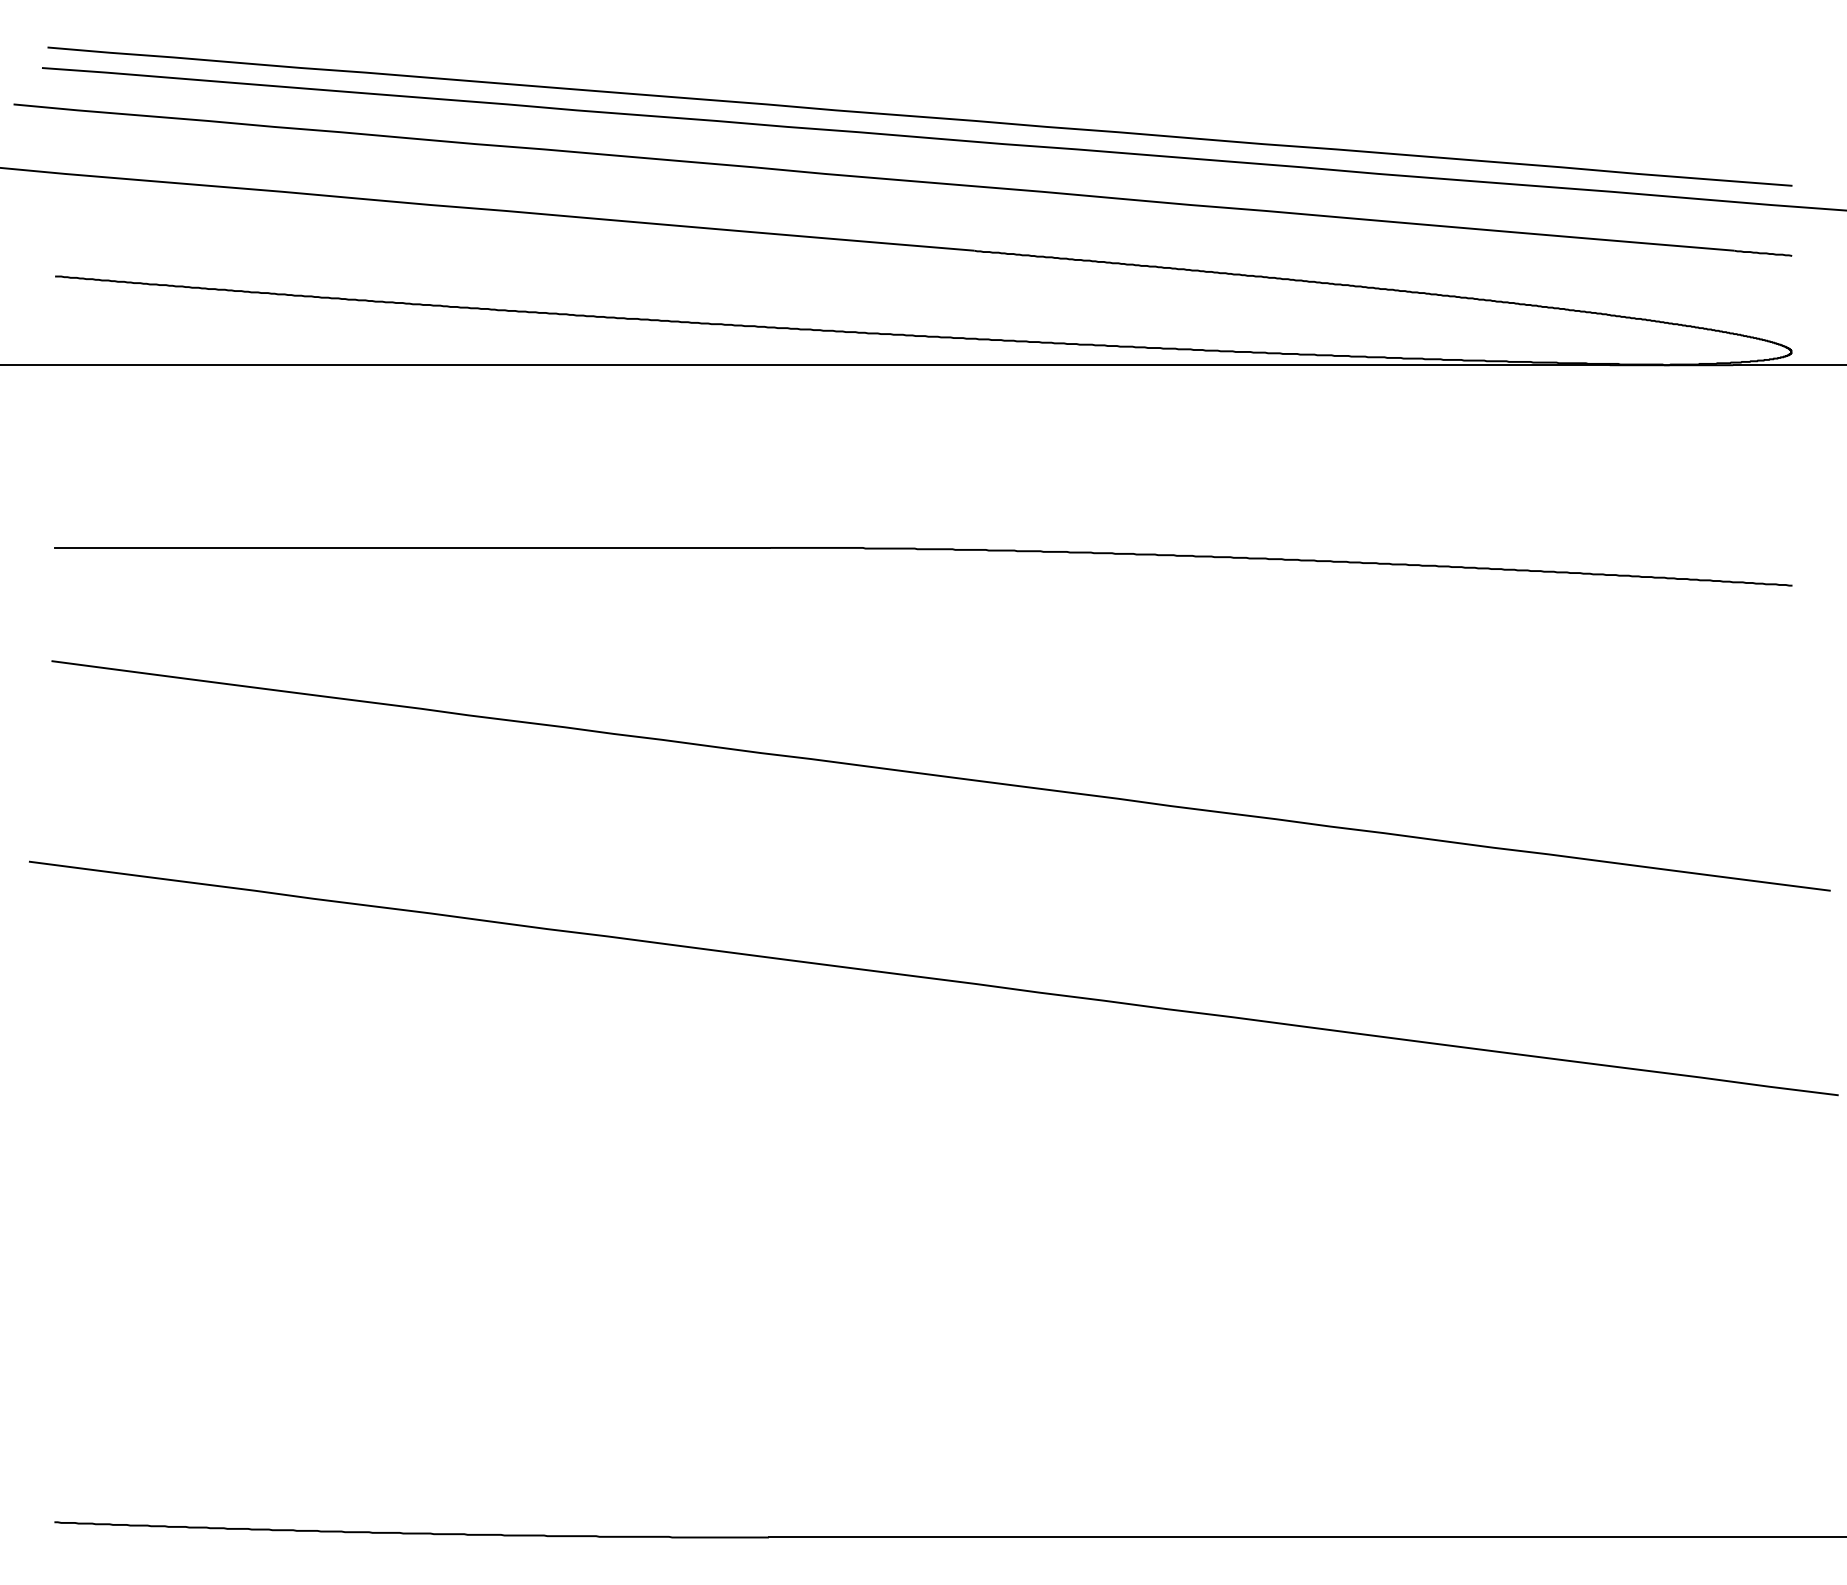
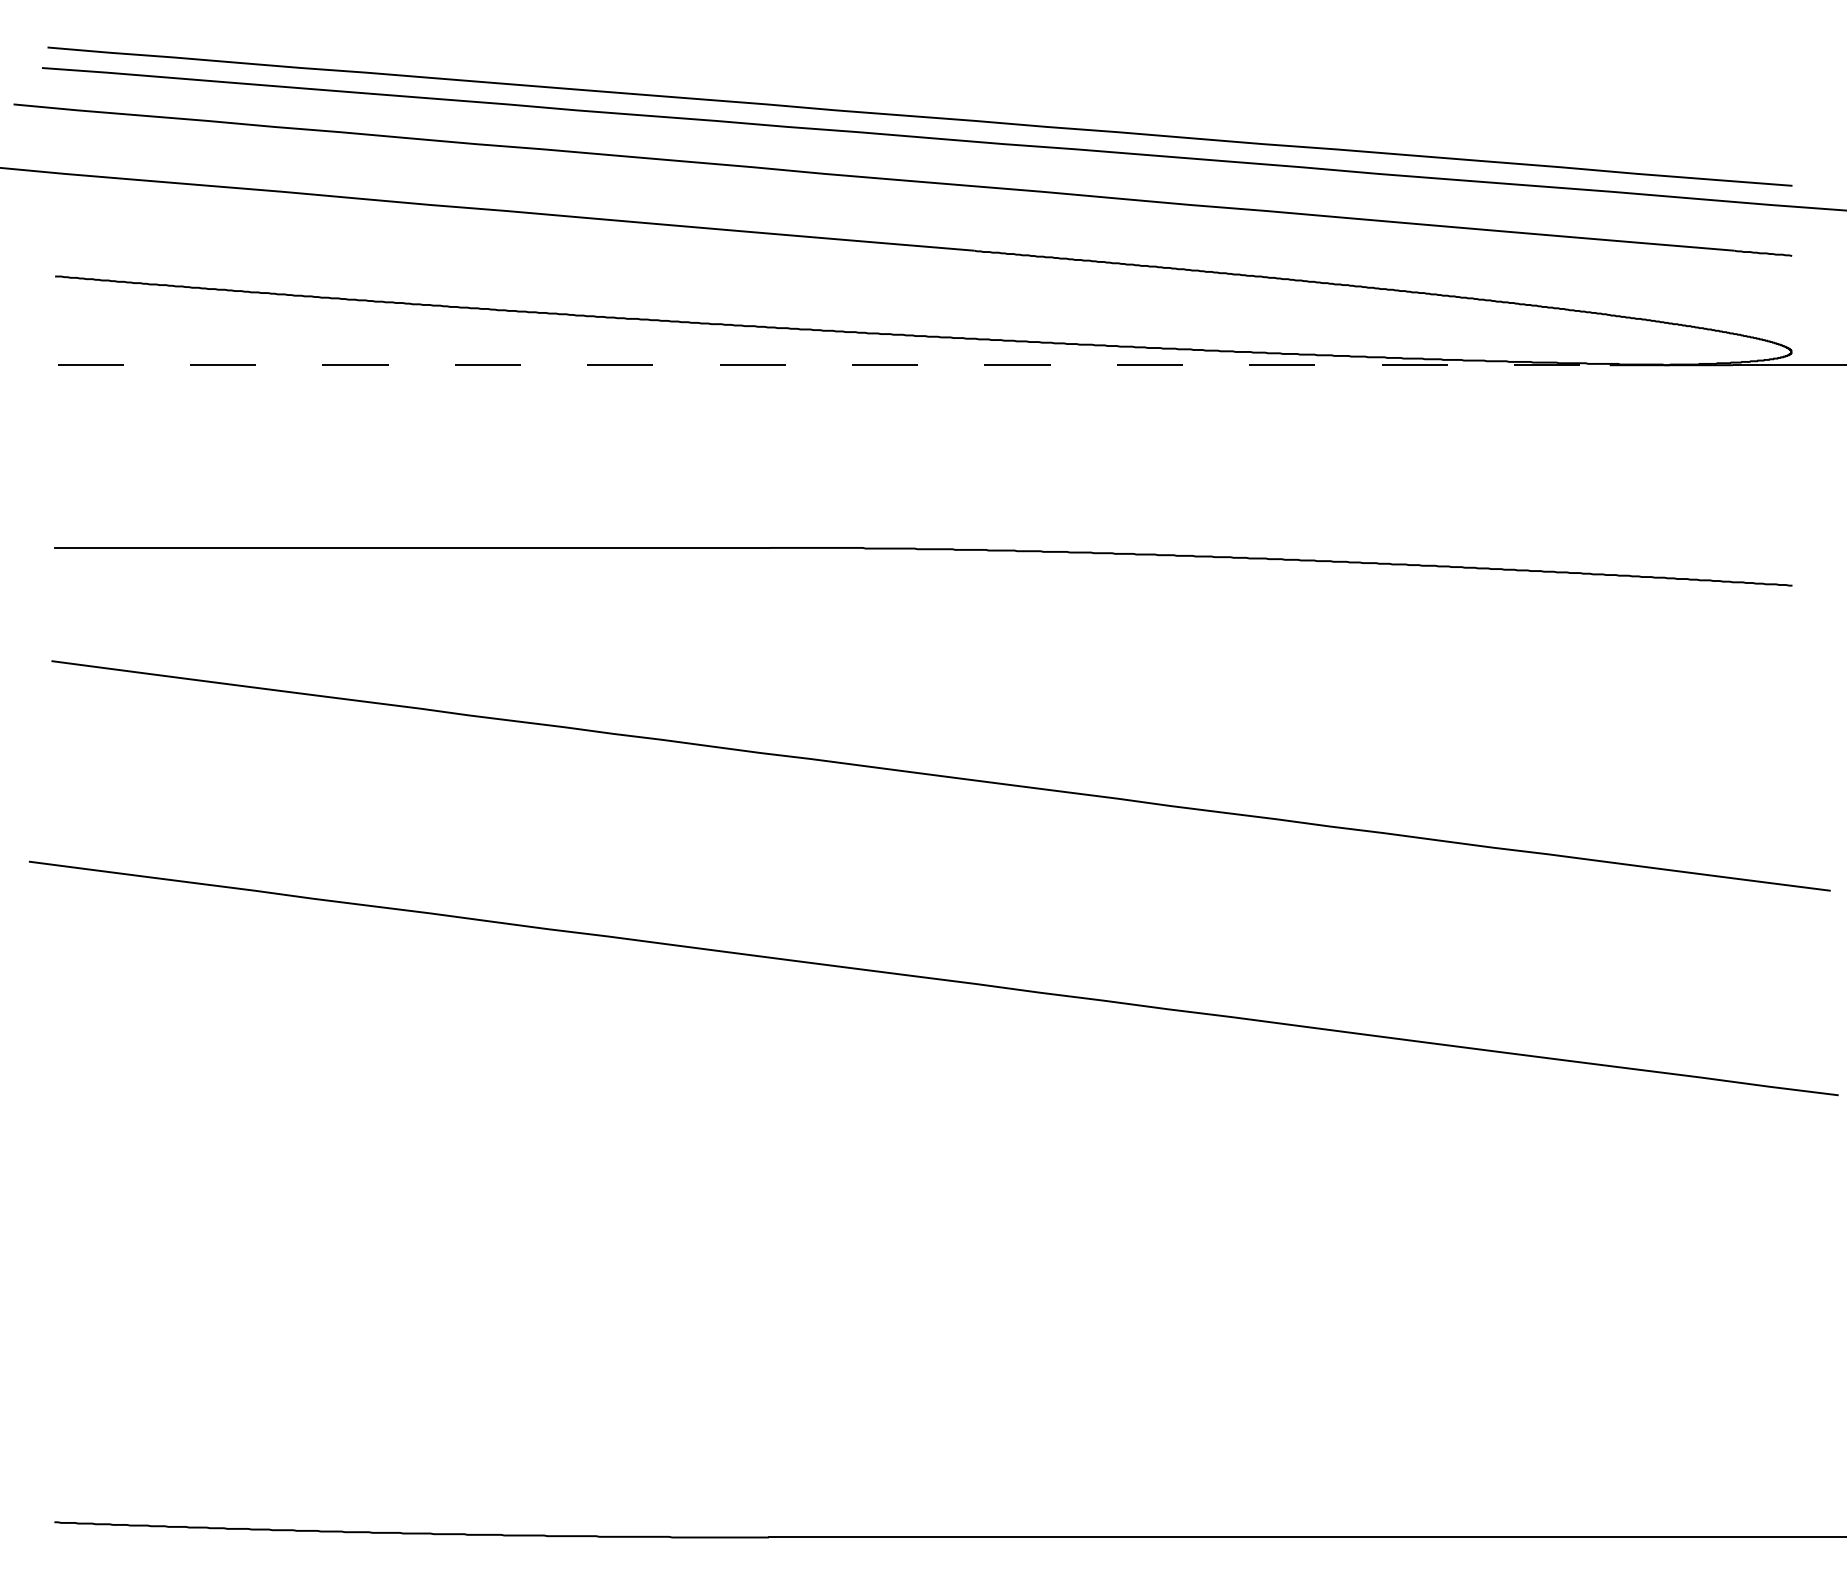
line at (804, 365): solid -> dashed
